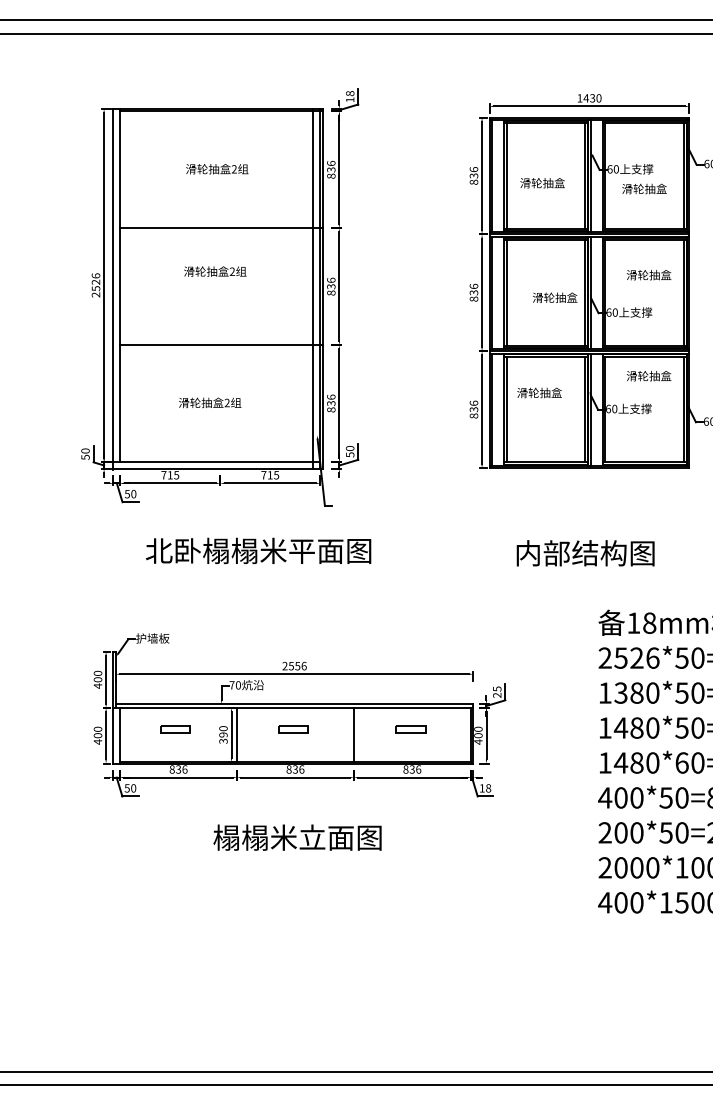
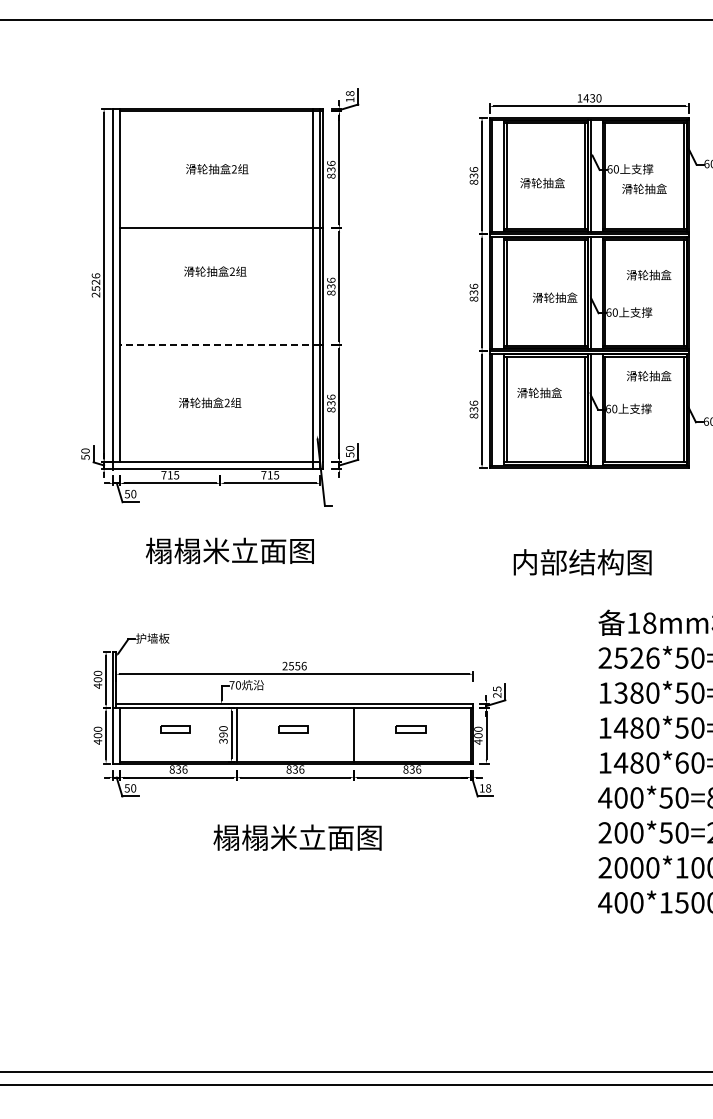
line at (355, 33): present -> none
line at (220, 345): solid -> dashed
text at (258, 550): 北卧榻榻米平面图 -> 榻榻米立面图
text at (585, 553) position: (585, 553) -> (582, 562)
